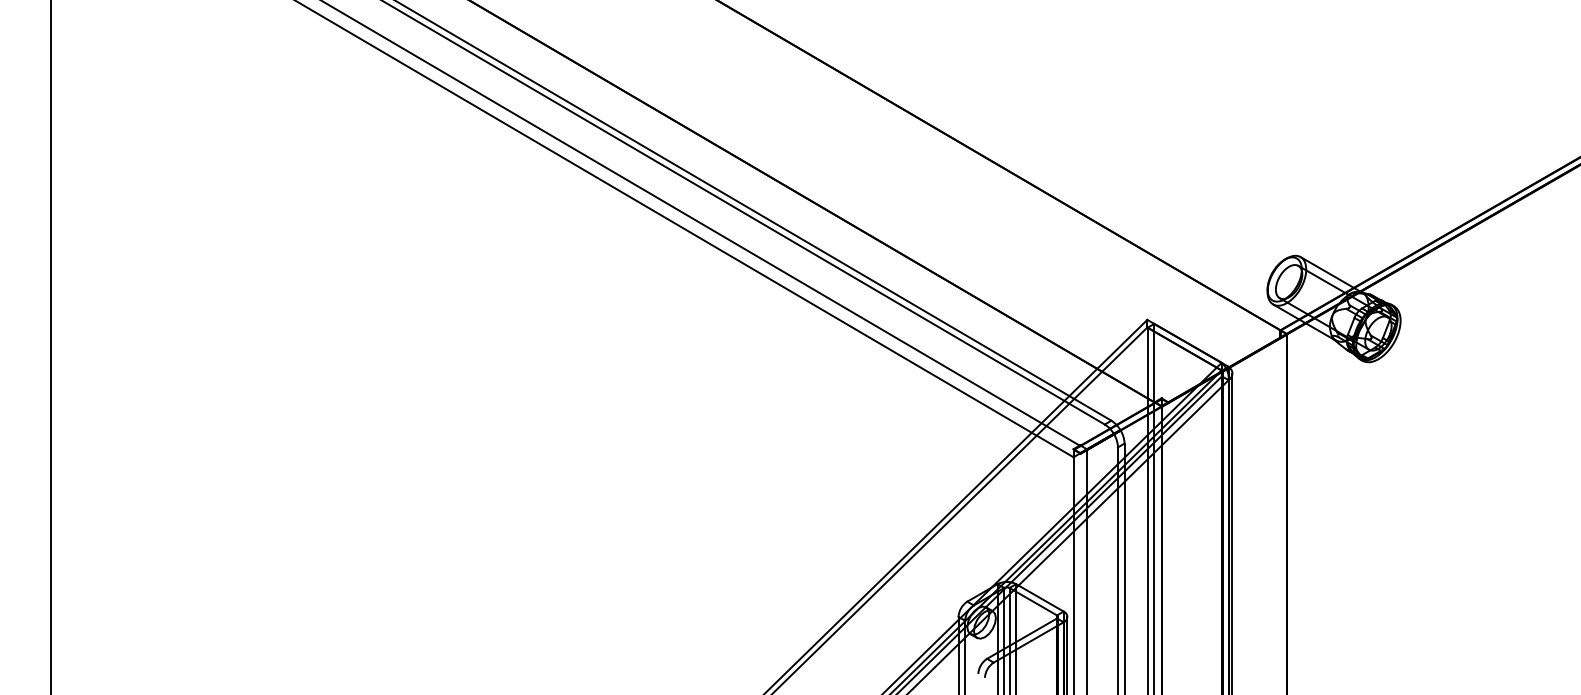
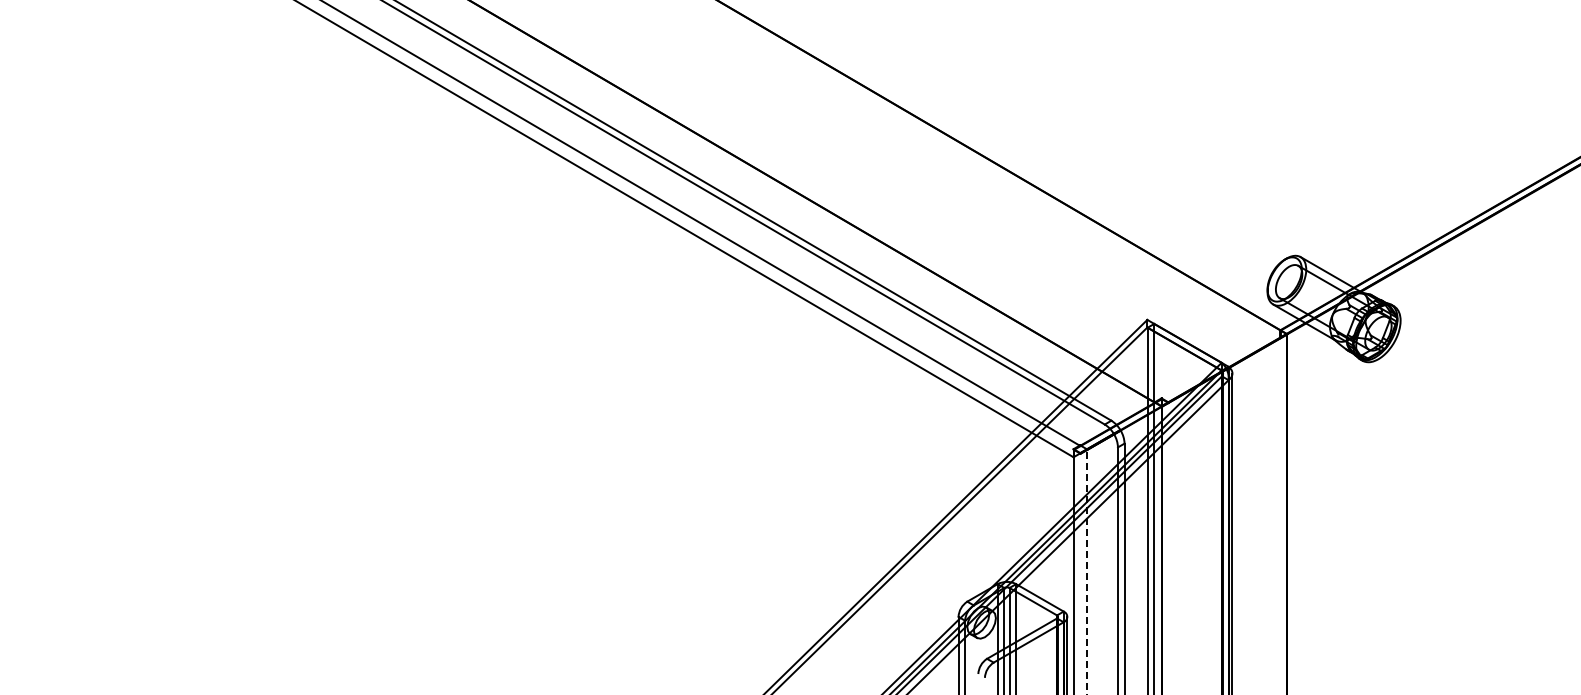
line at (50, 346): present -> none
line at (1087, 571): solid -> dashed
